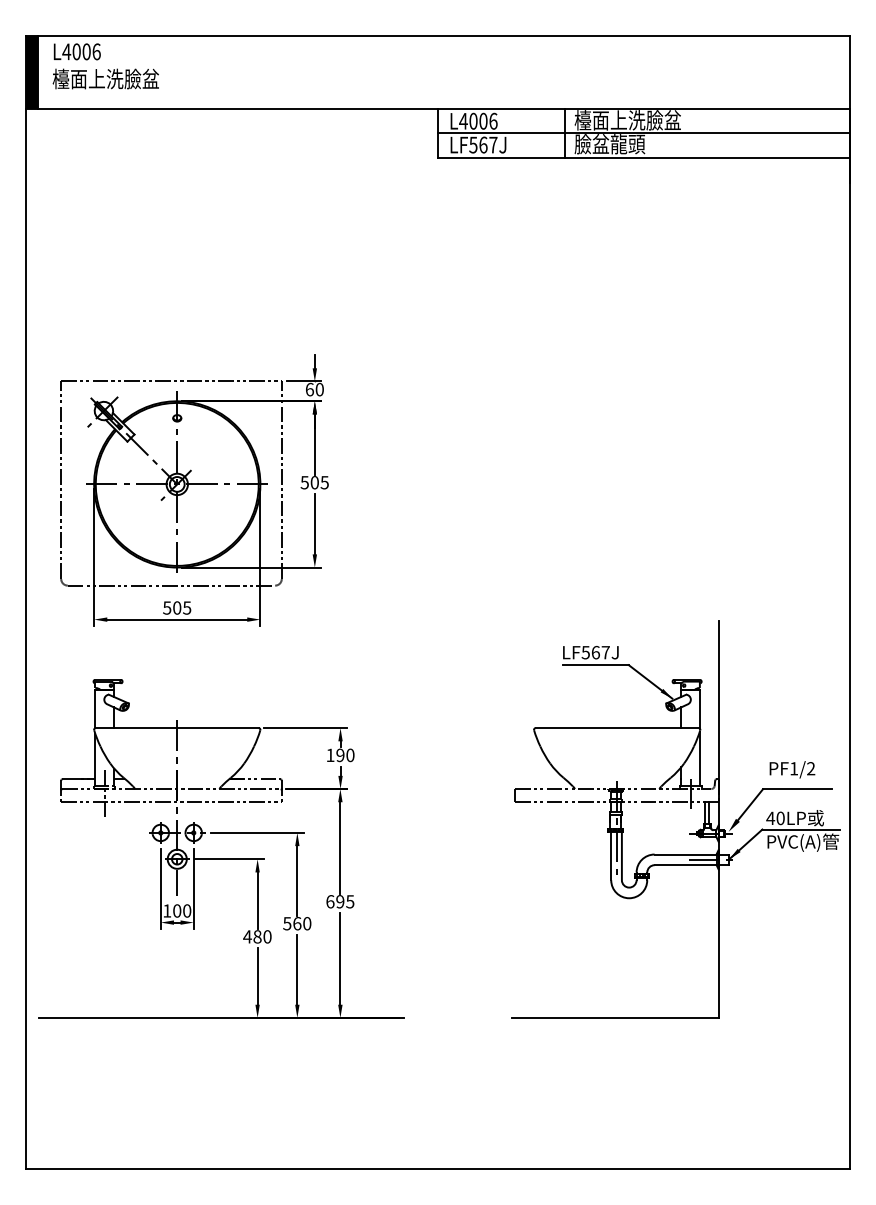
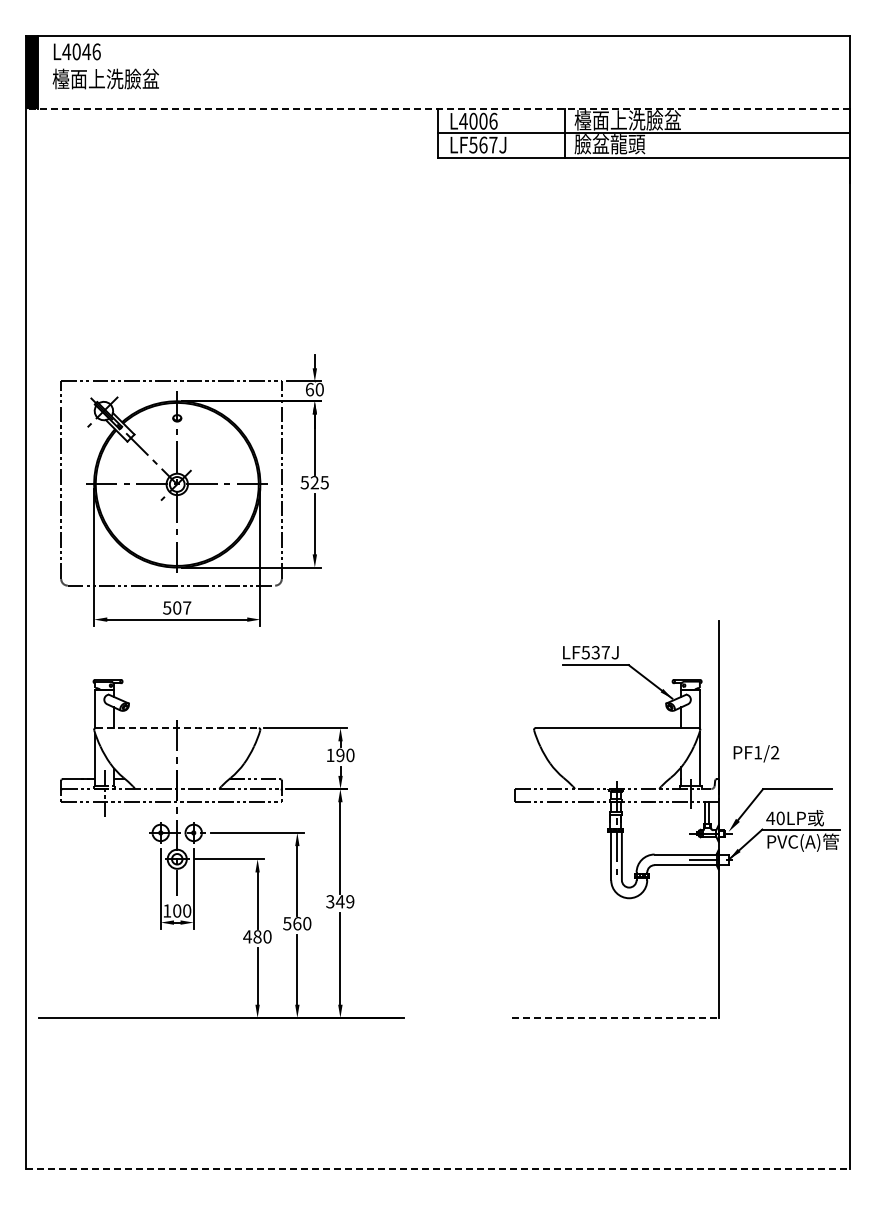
text at (86, 51): L4006 -> L4046
line at (437, 108): solid -> dashed
text at (314, 482): 505 -> 525
text at (187, 607): 505 -> 507
text at (595, 652): LF567J -> LF537J
line at (177, 728): solid -> dashed
text at (792, 769) position: (792, 769) -> (756, 753)
text at (340, 901): 695 -> 349
line at (615, 1017): solid -> dashed
line at (437, 1168): solid -> dashed
